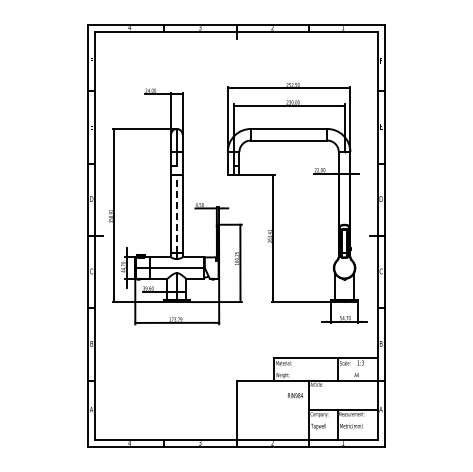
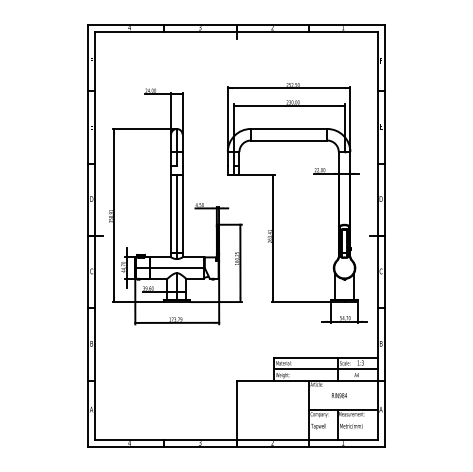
line at (176, 214): dashed -> solid
line at (325, 369): none -> present
text at (295, 395) position: (295, 395) -> (339, 395)
